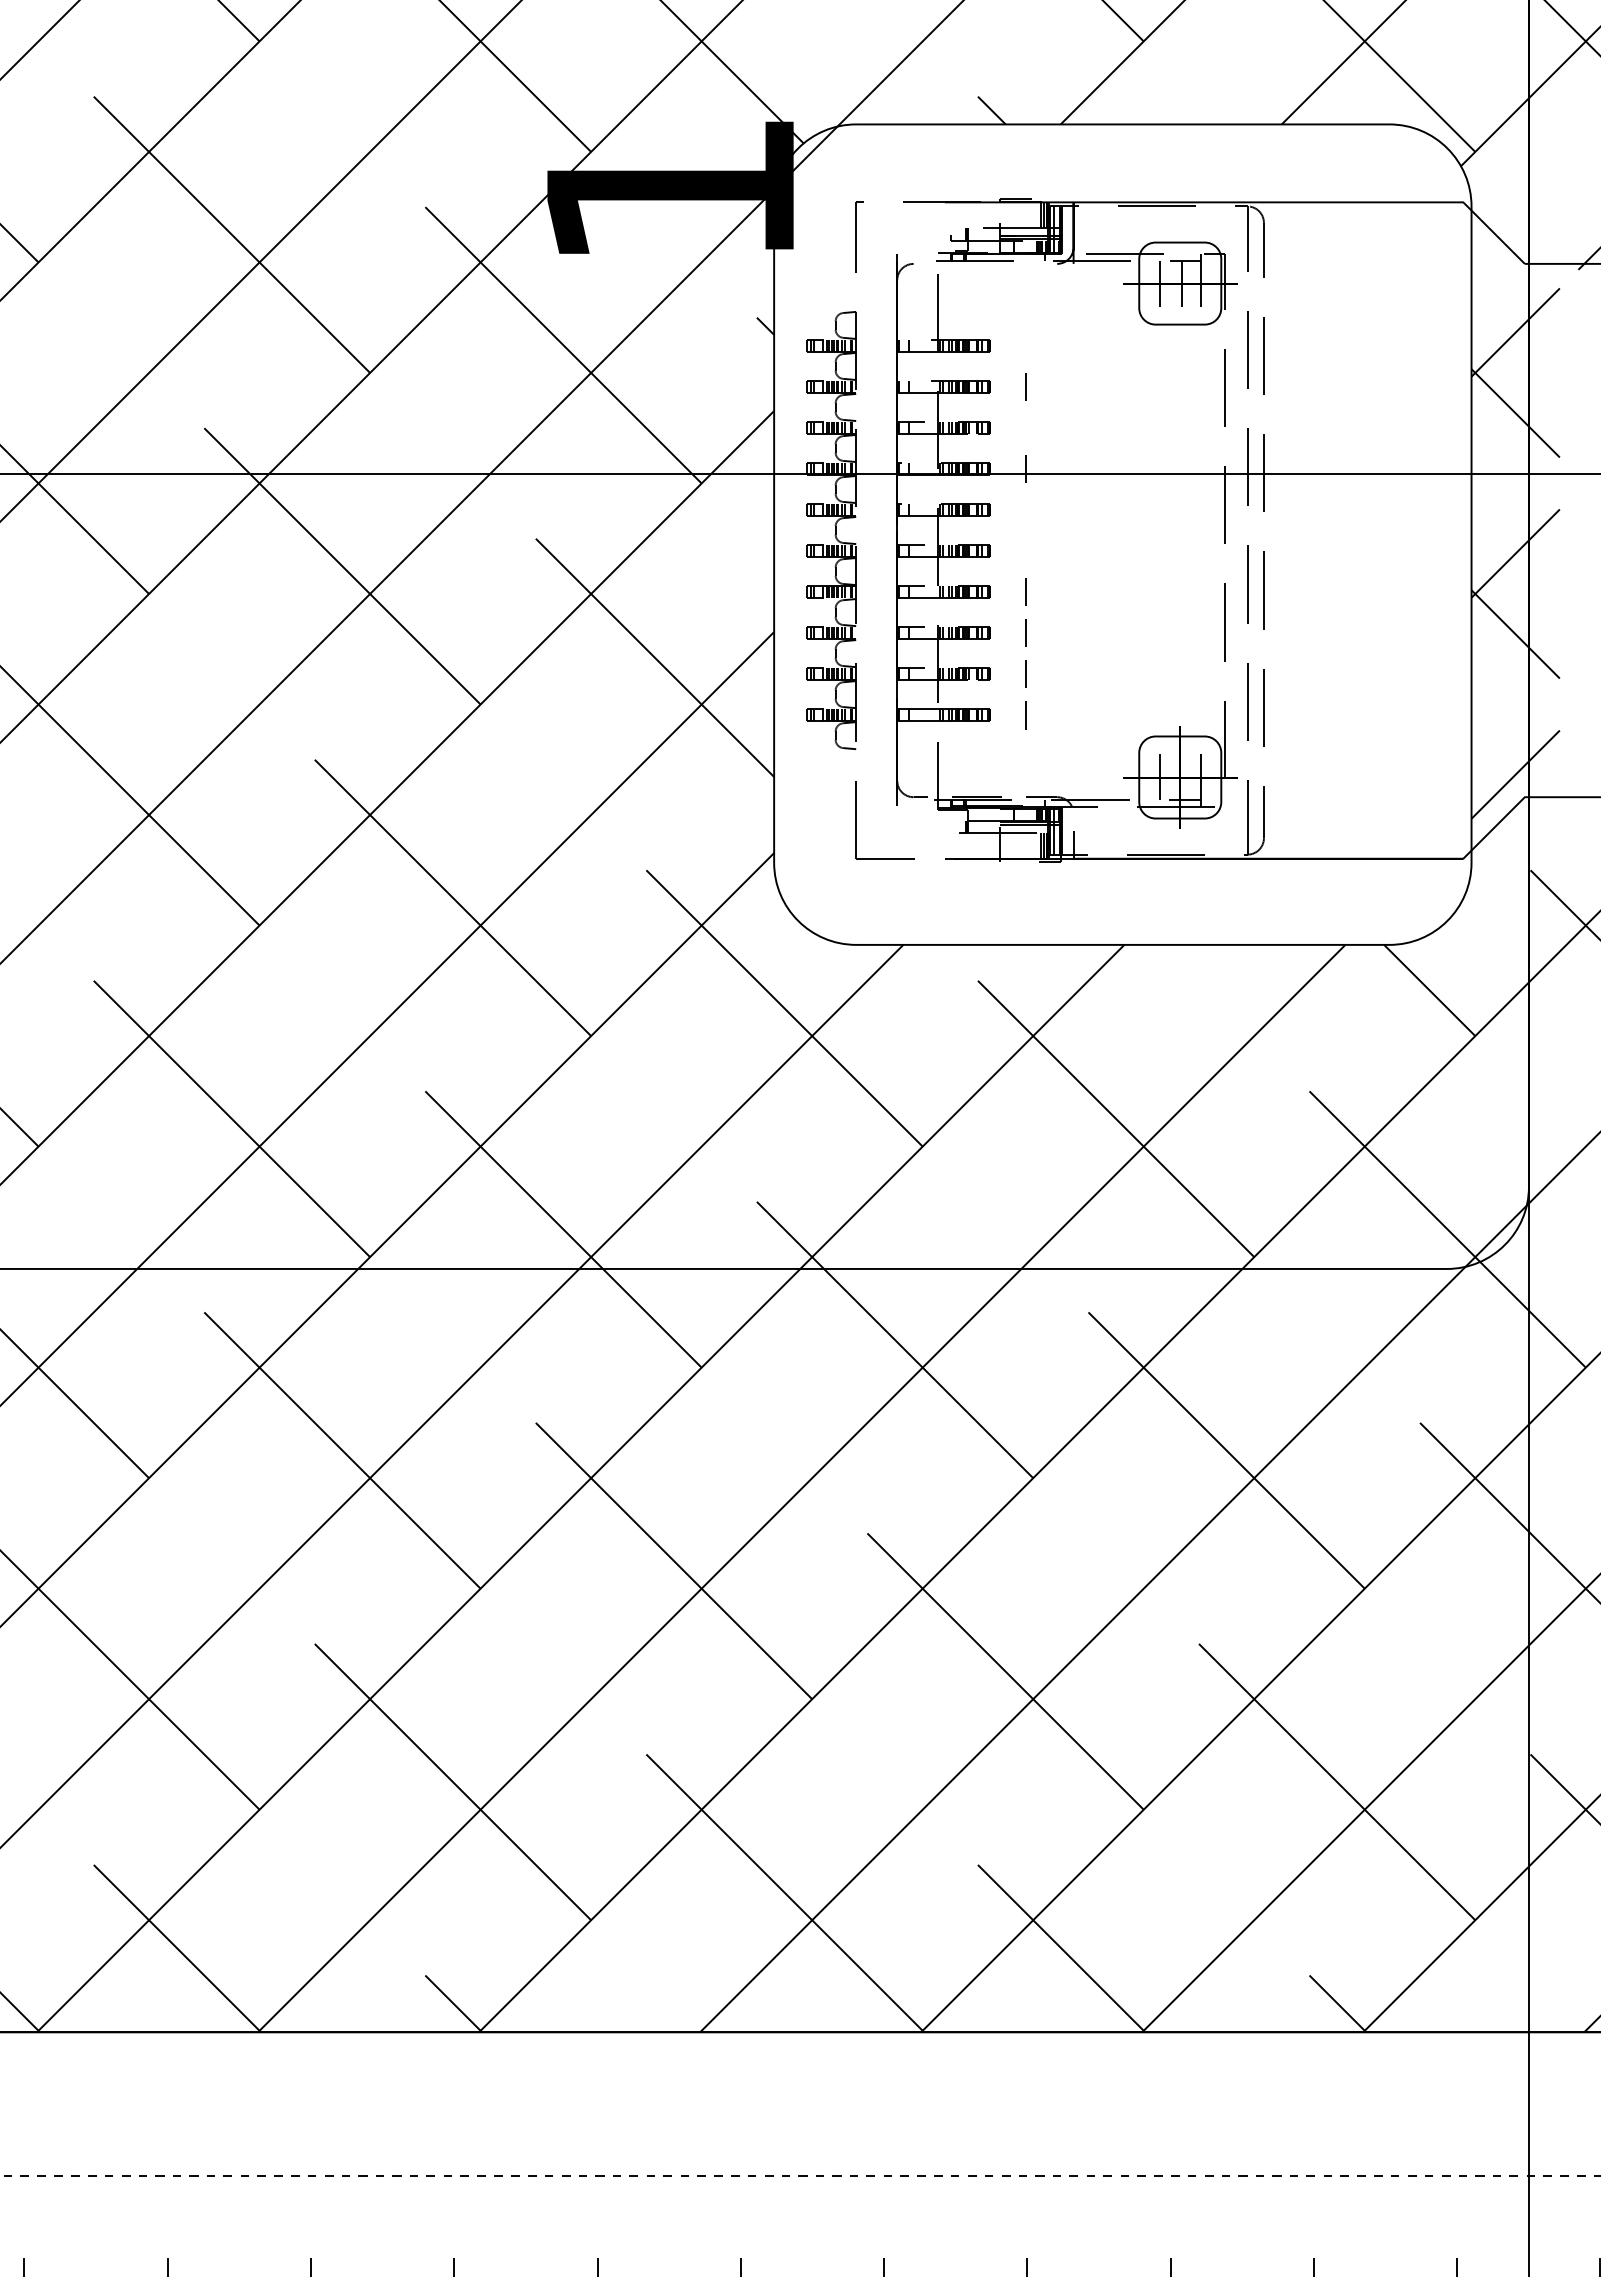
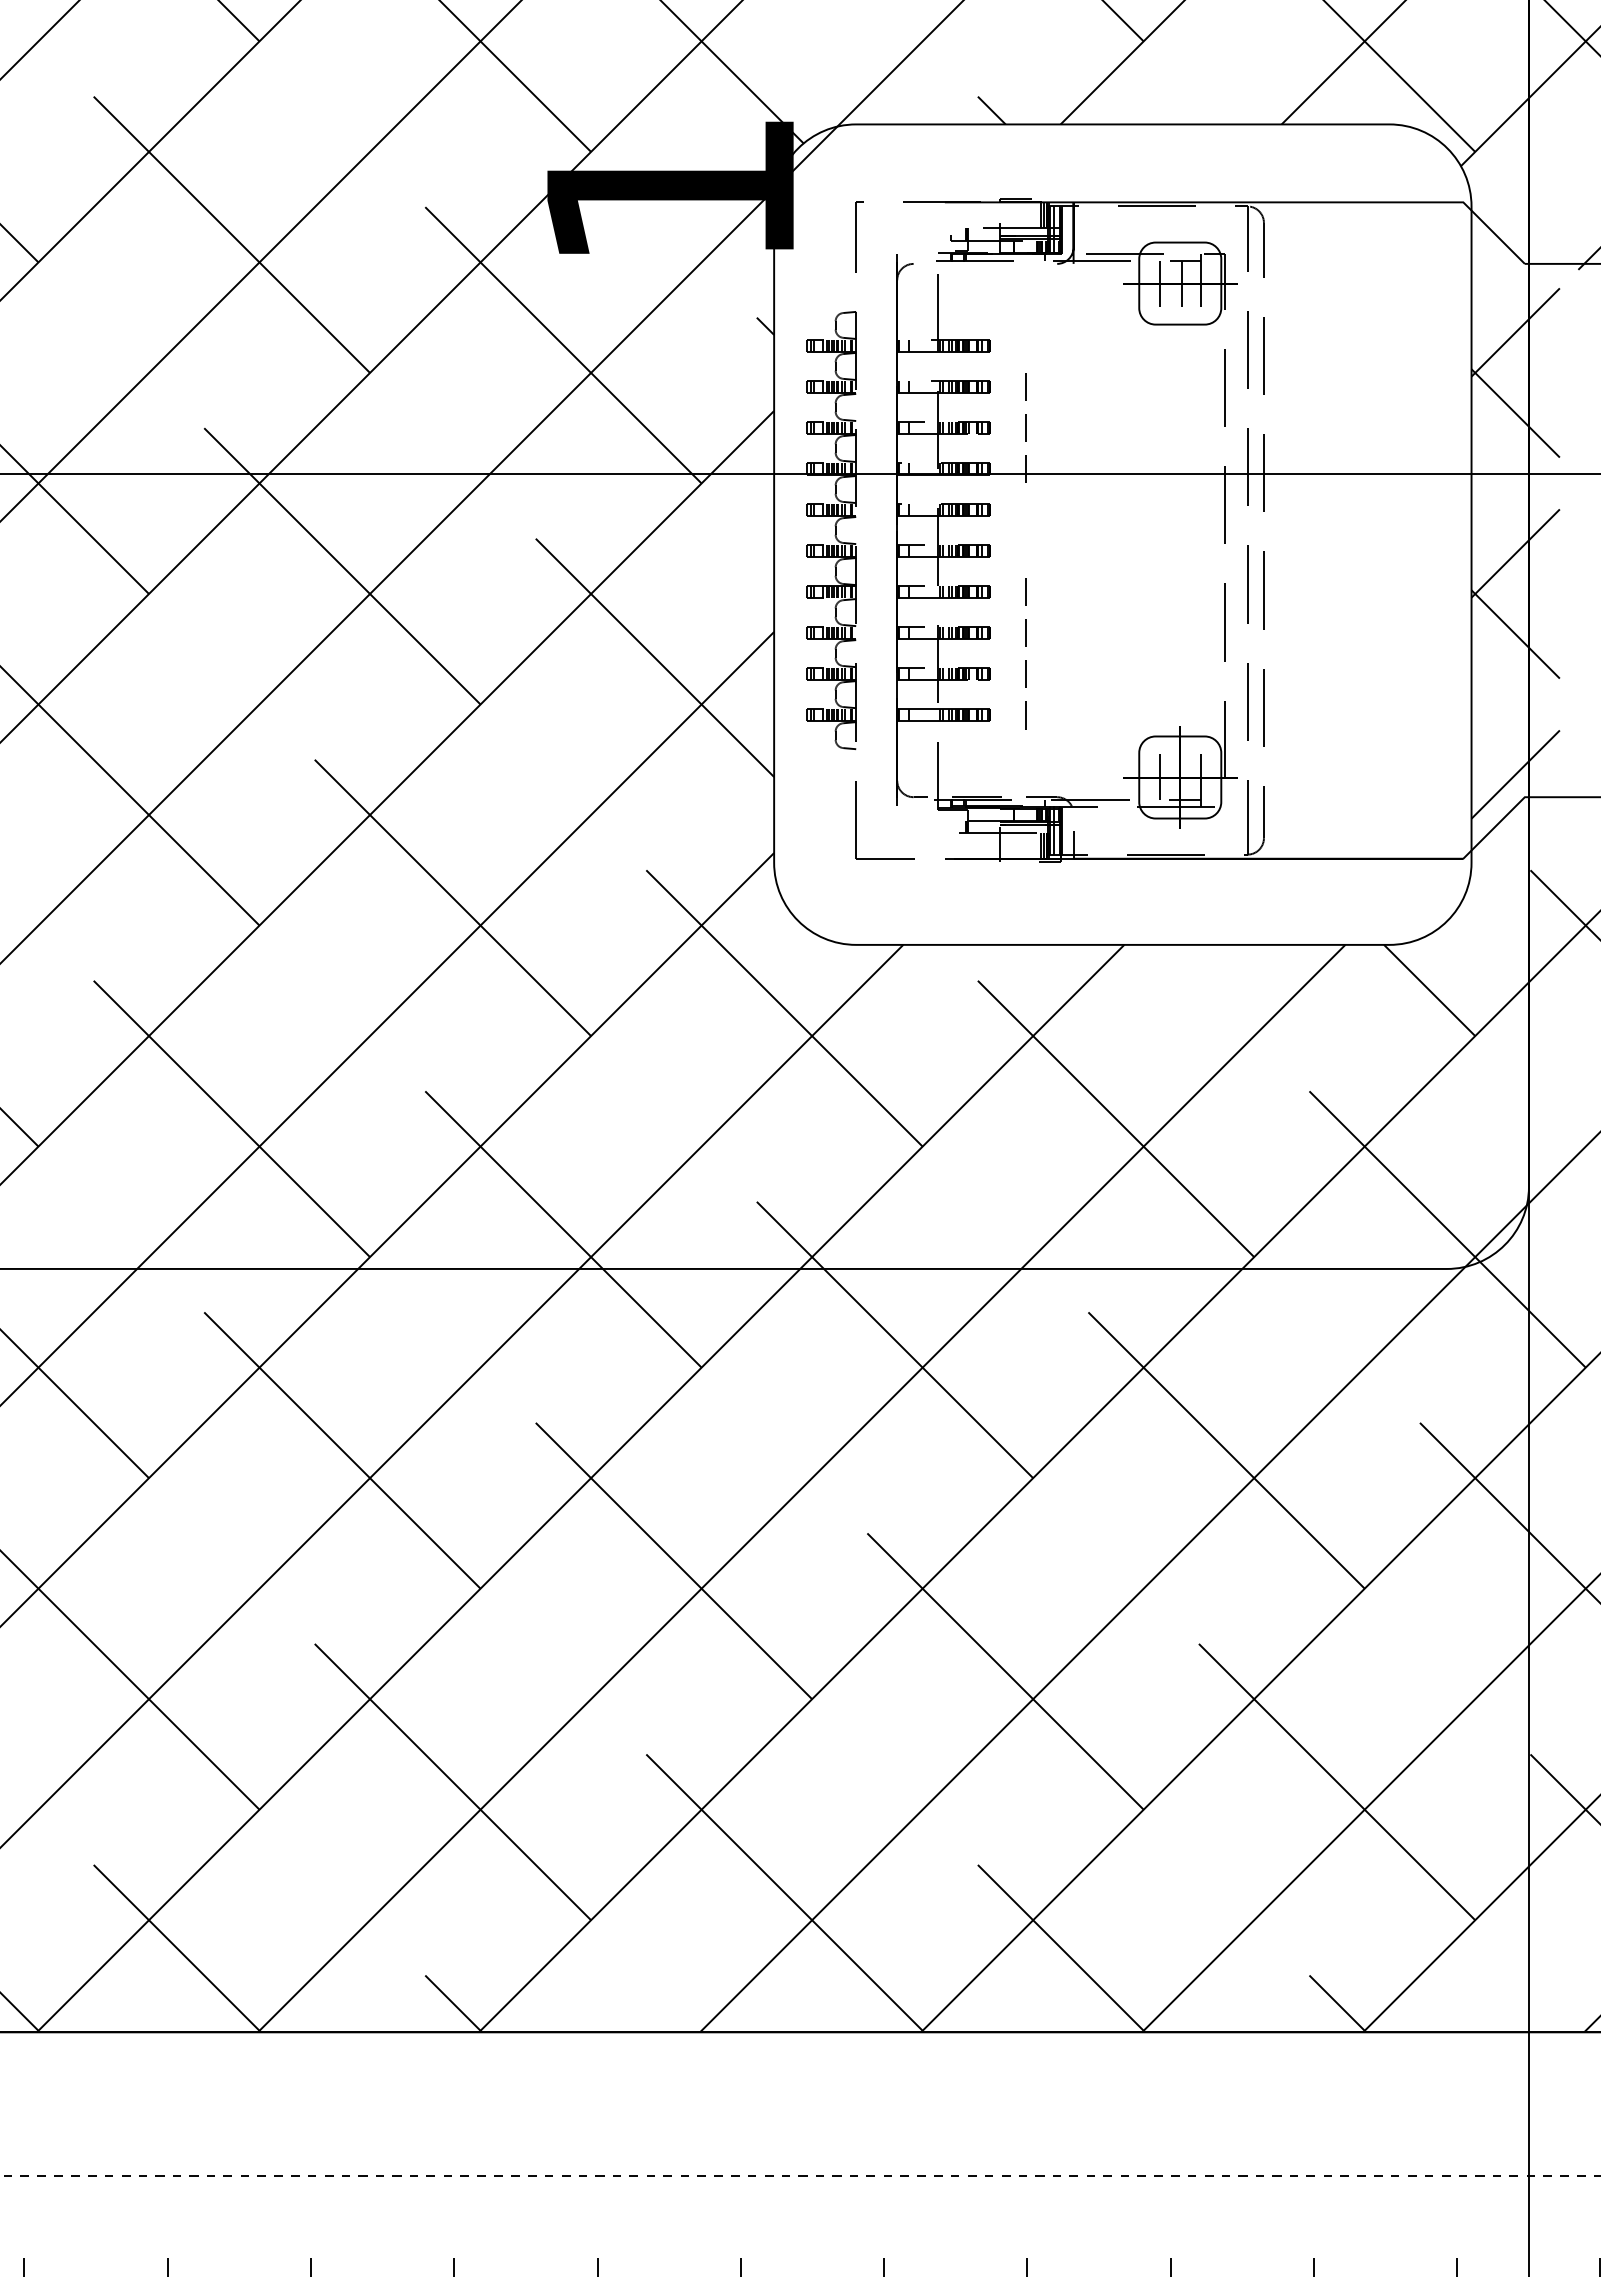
line at (1025, 427): none -> present
